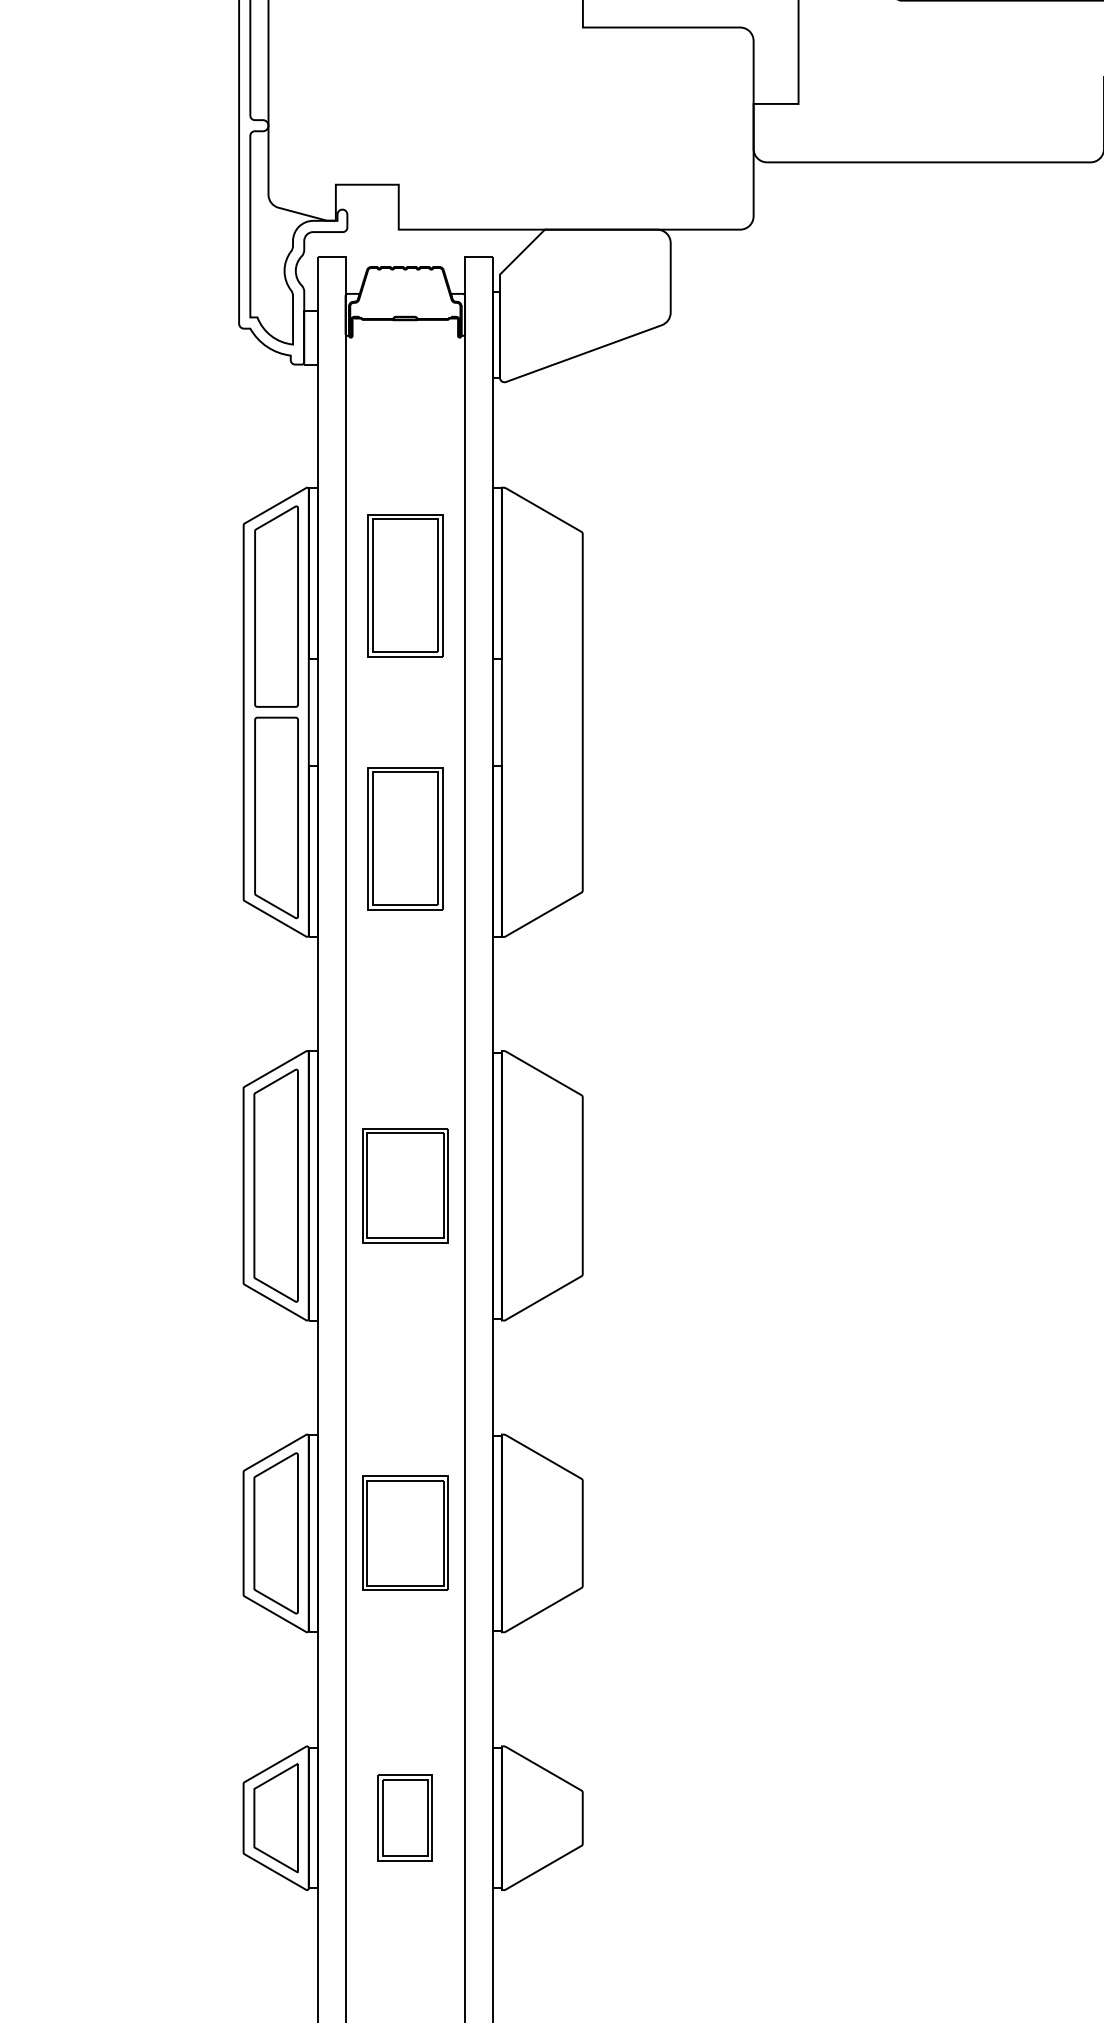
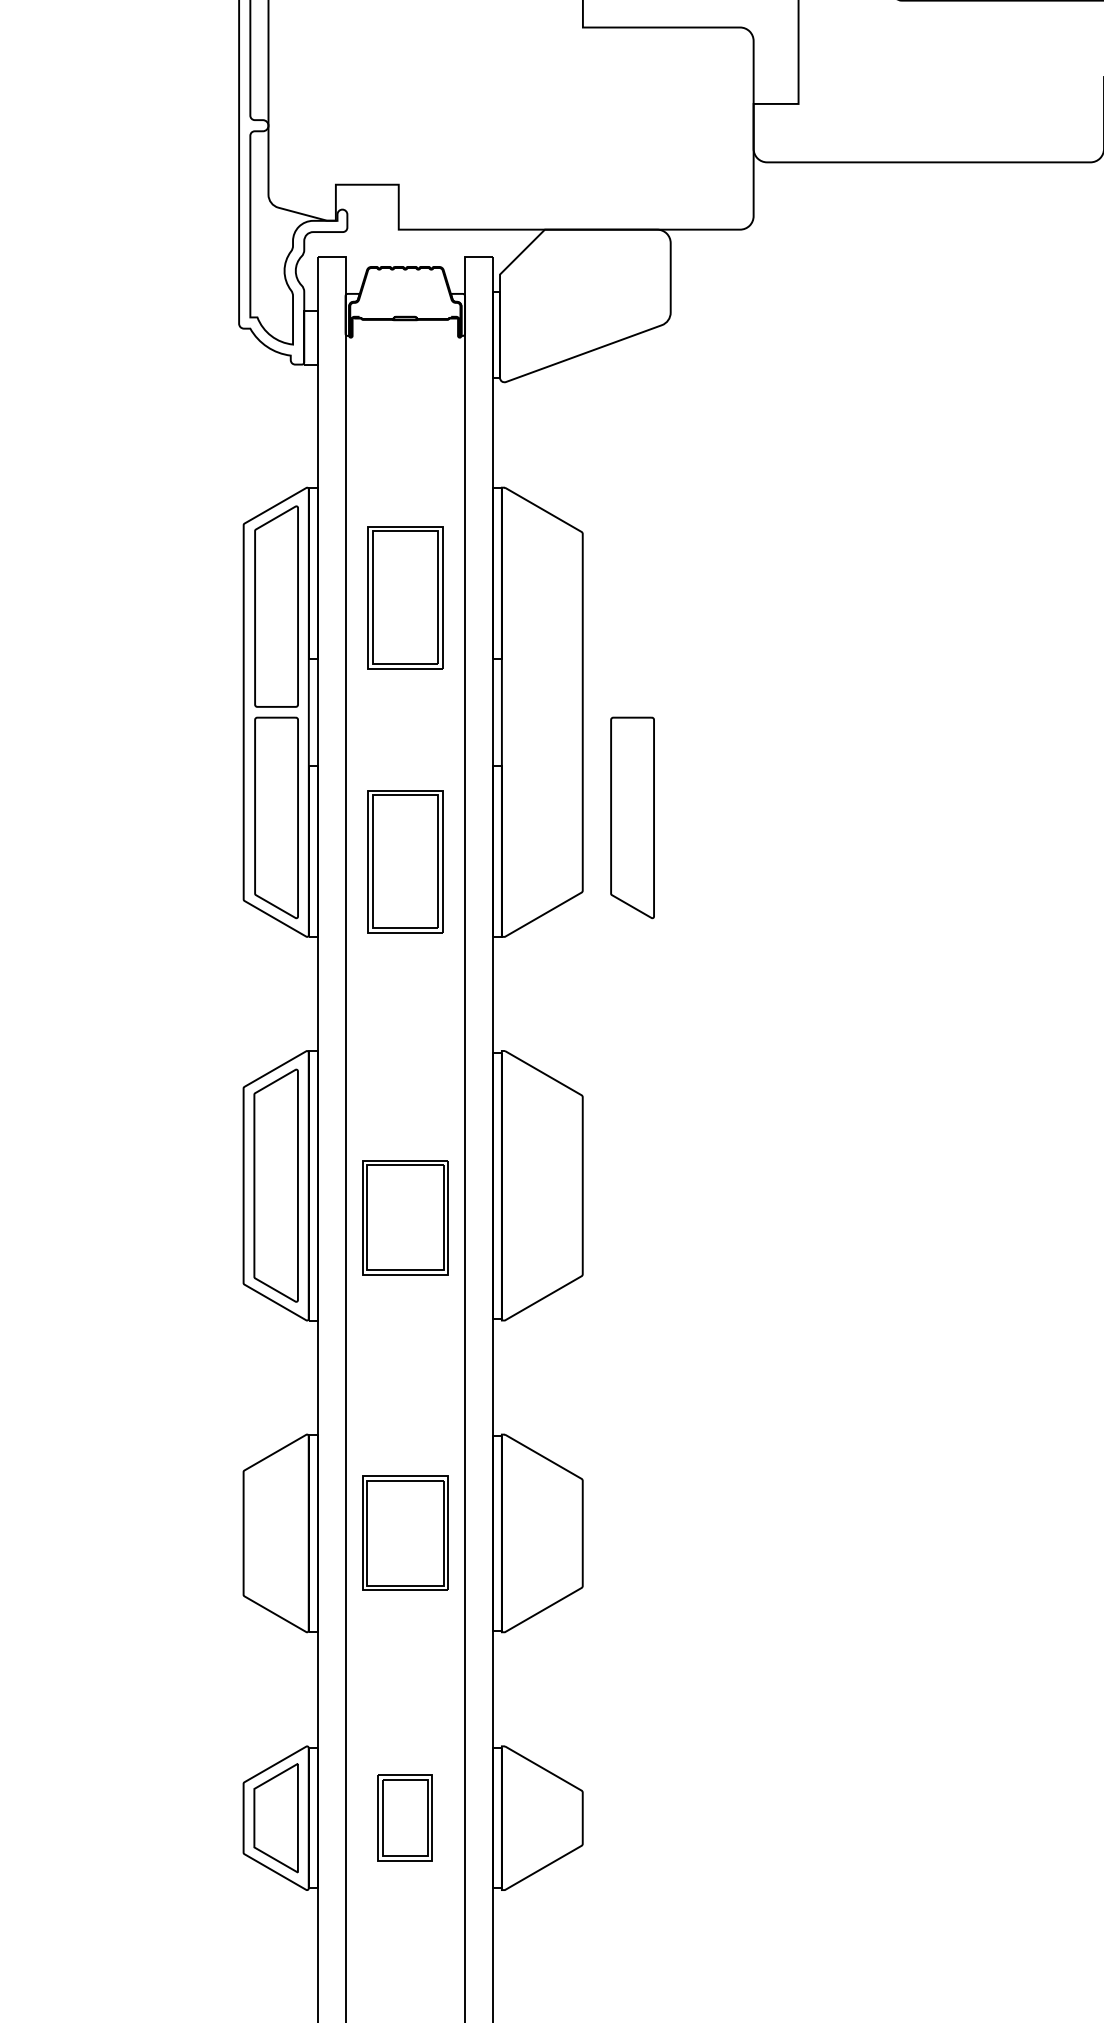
part at (405, 585) position: (405, 585) -> (405, 597)
part at (632, 817): none -> present
part at (405, 838) position: (405, 838) -> (405, 861)
part at (405, 1185) position: (405, 1185) -> (405, 1217)
part at (275, 1533): present -> none
